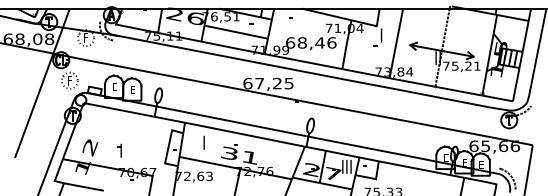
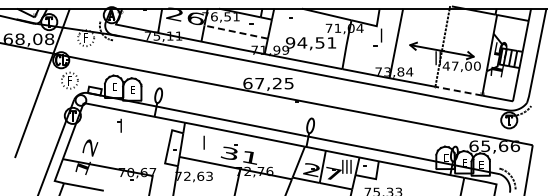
line at (236, 32): solid -> dashed
text at (311, 42): 68,46 -> 94,51
text at (461, 65): 75,21 -> 47,00
line at (458, 91): solid -> dashed
part at (119, 150) position: (119, 150) -> (119, 125)
